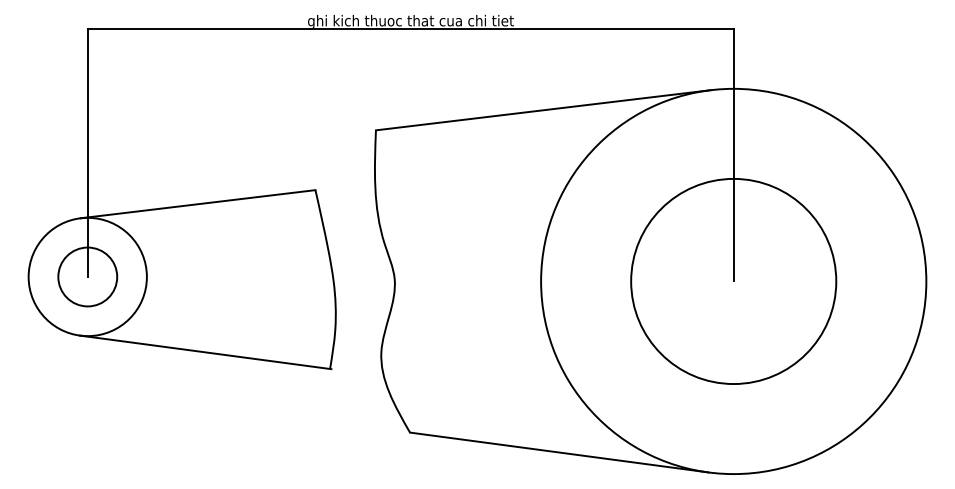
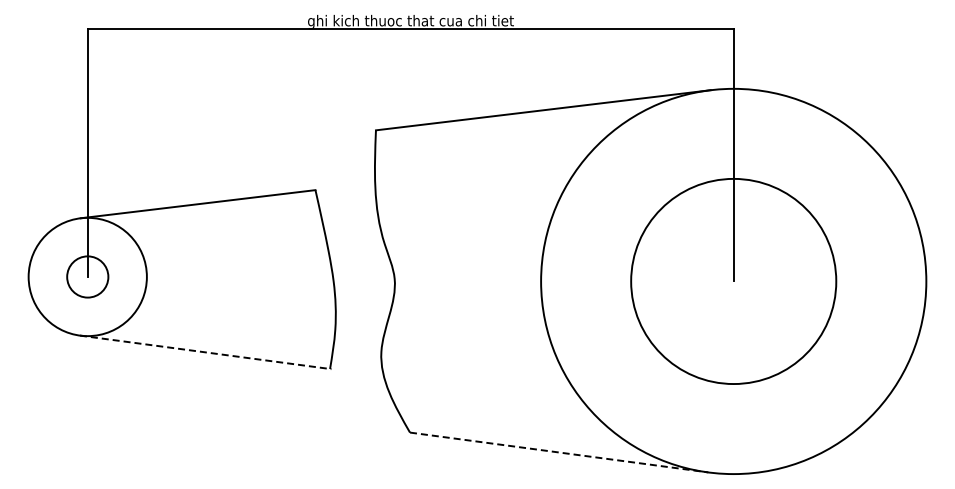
circle at (87, 276) diameter: 59 px -> 41 px
line at (205, 352): solid -> dashed
line at (559, 452): solid -> dashed
